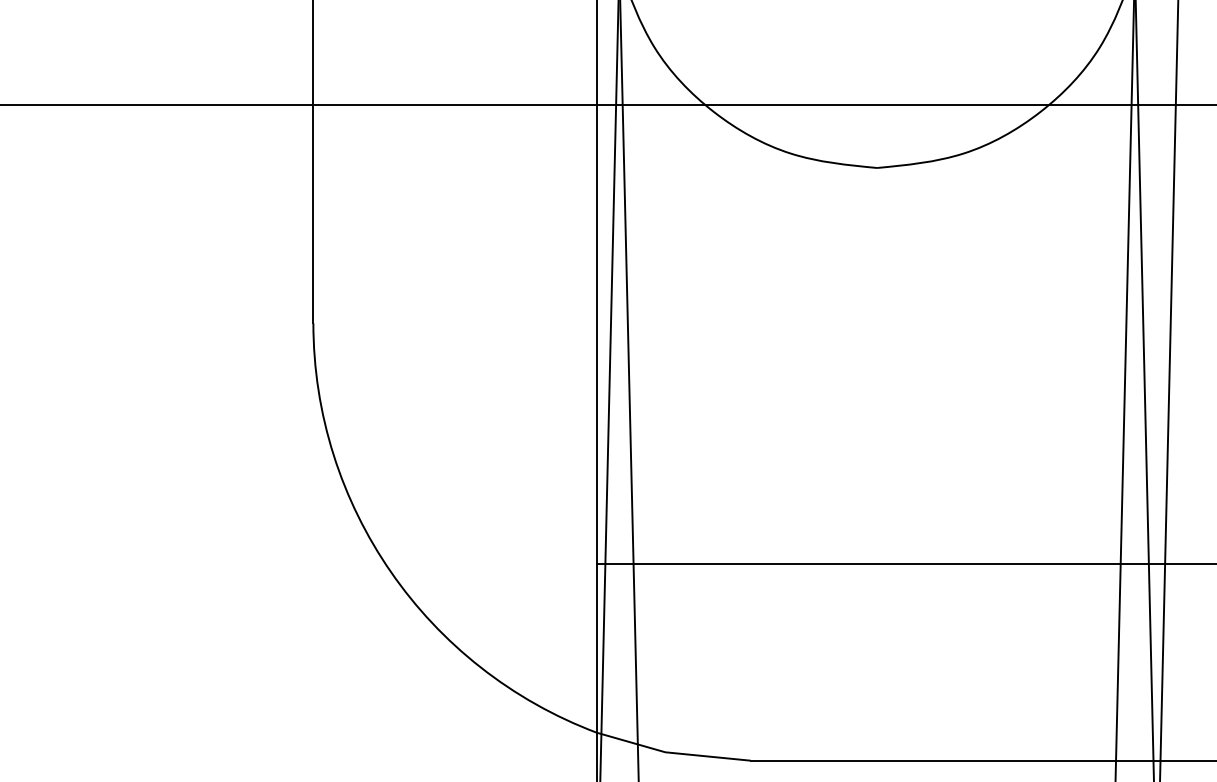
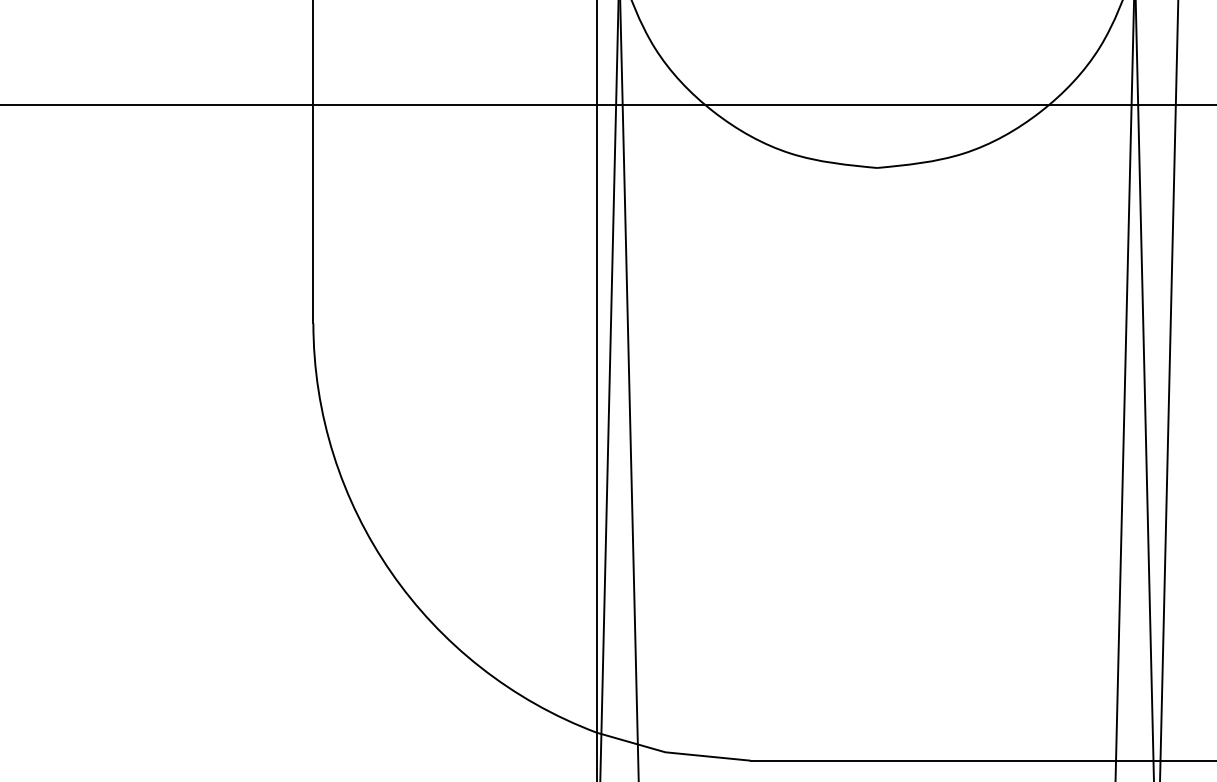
line at (904, 564): present -> none
